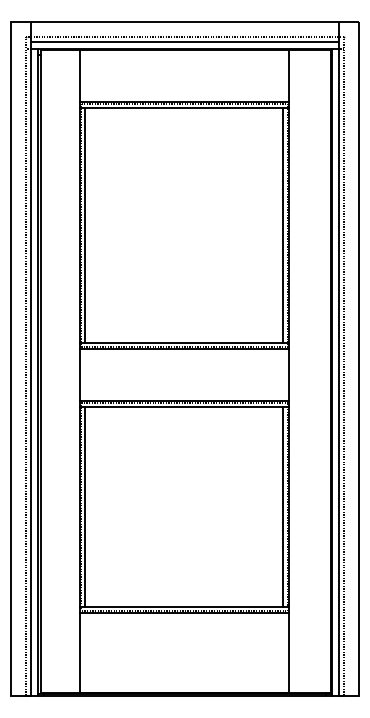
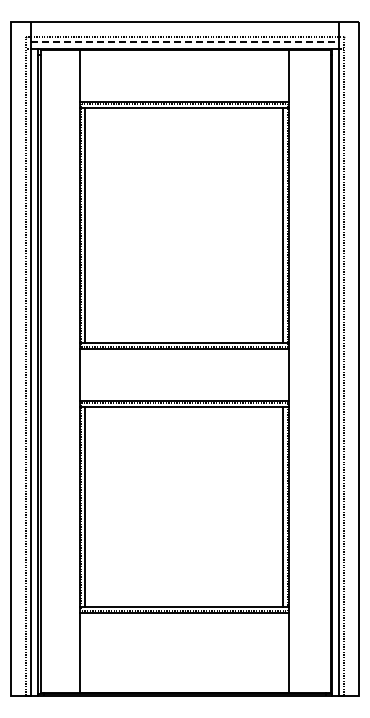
line at (184, 41): solid -> dashed
